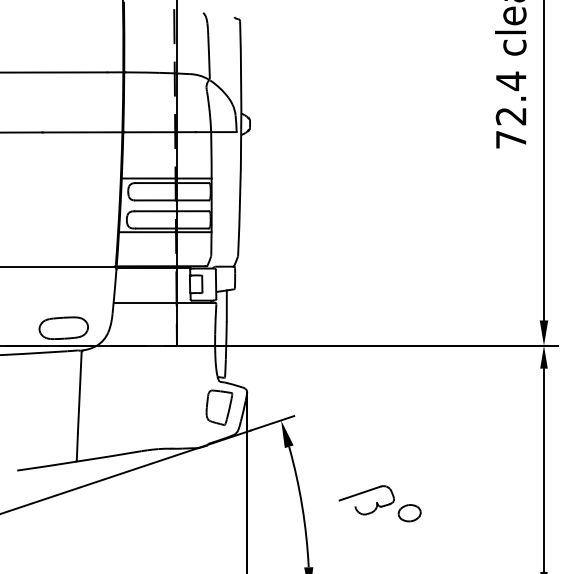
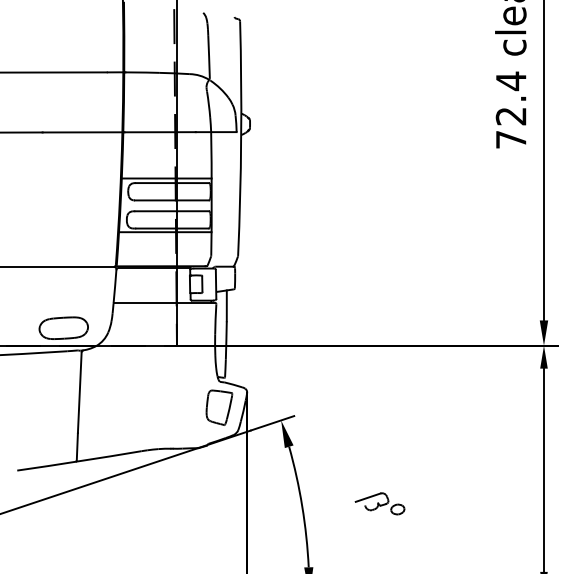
part at (379, 503) size: 84x38 px -> 52x24 px
